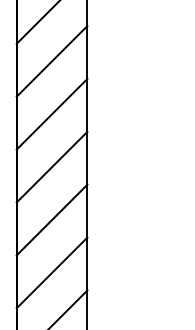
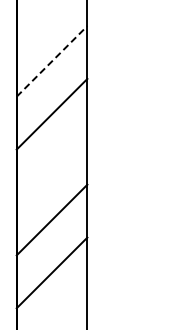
line at (37, 22): present -> none
line at (52, 61): solid -> dashed
line at (51, 166): present -> none
line at (68, 308): present -> none
